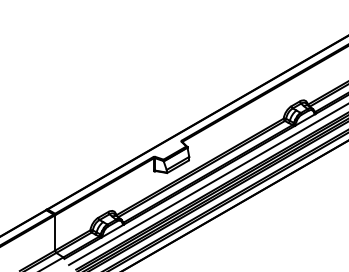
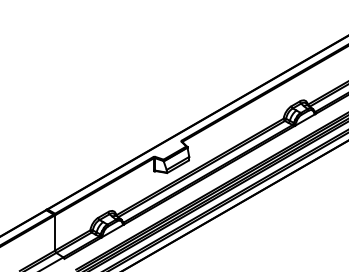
line at (207, 185): present -> none
